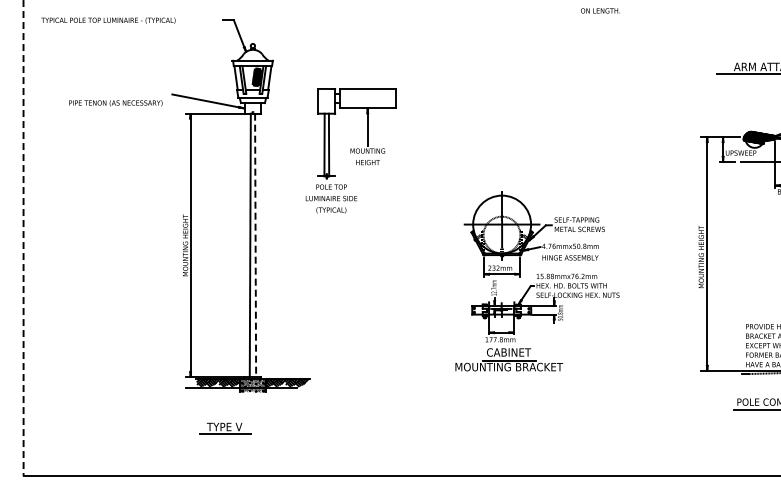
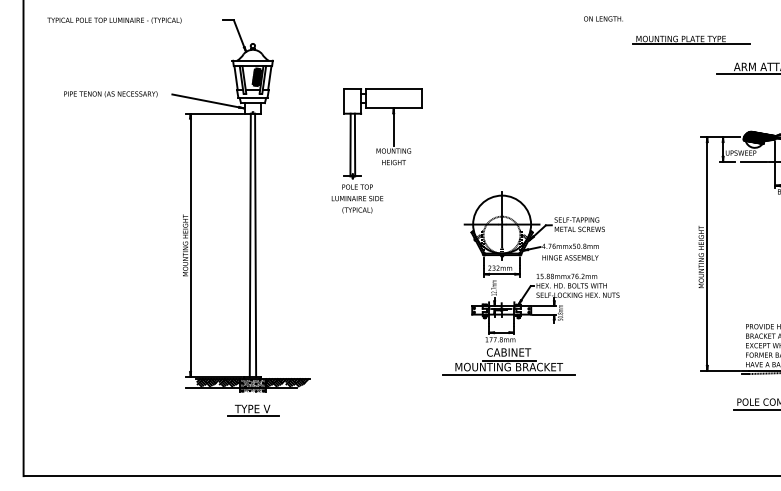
text at (600, 10) position: (600, 10) -> (603, 18)
text at (108, 20) position: (108, 20) -> (114, 20)
part at (691, 39): none -> present
text at (115, 103) position: (115, 103) -> (110, 94)
part at (350, 150) position: (350, 150) -> (376, 150)
line at (23, 238): dashed -> solid
line at (255, 245): dashed -> solid
line at (508, 375): none -> present
part at (225, 428) position: (225, 428) -> (253, 410)
